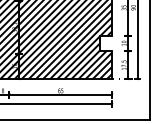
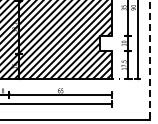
line at (150, 60): solid -> dashed
